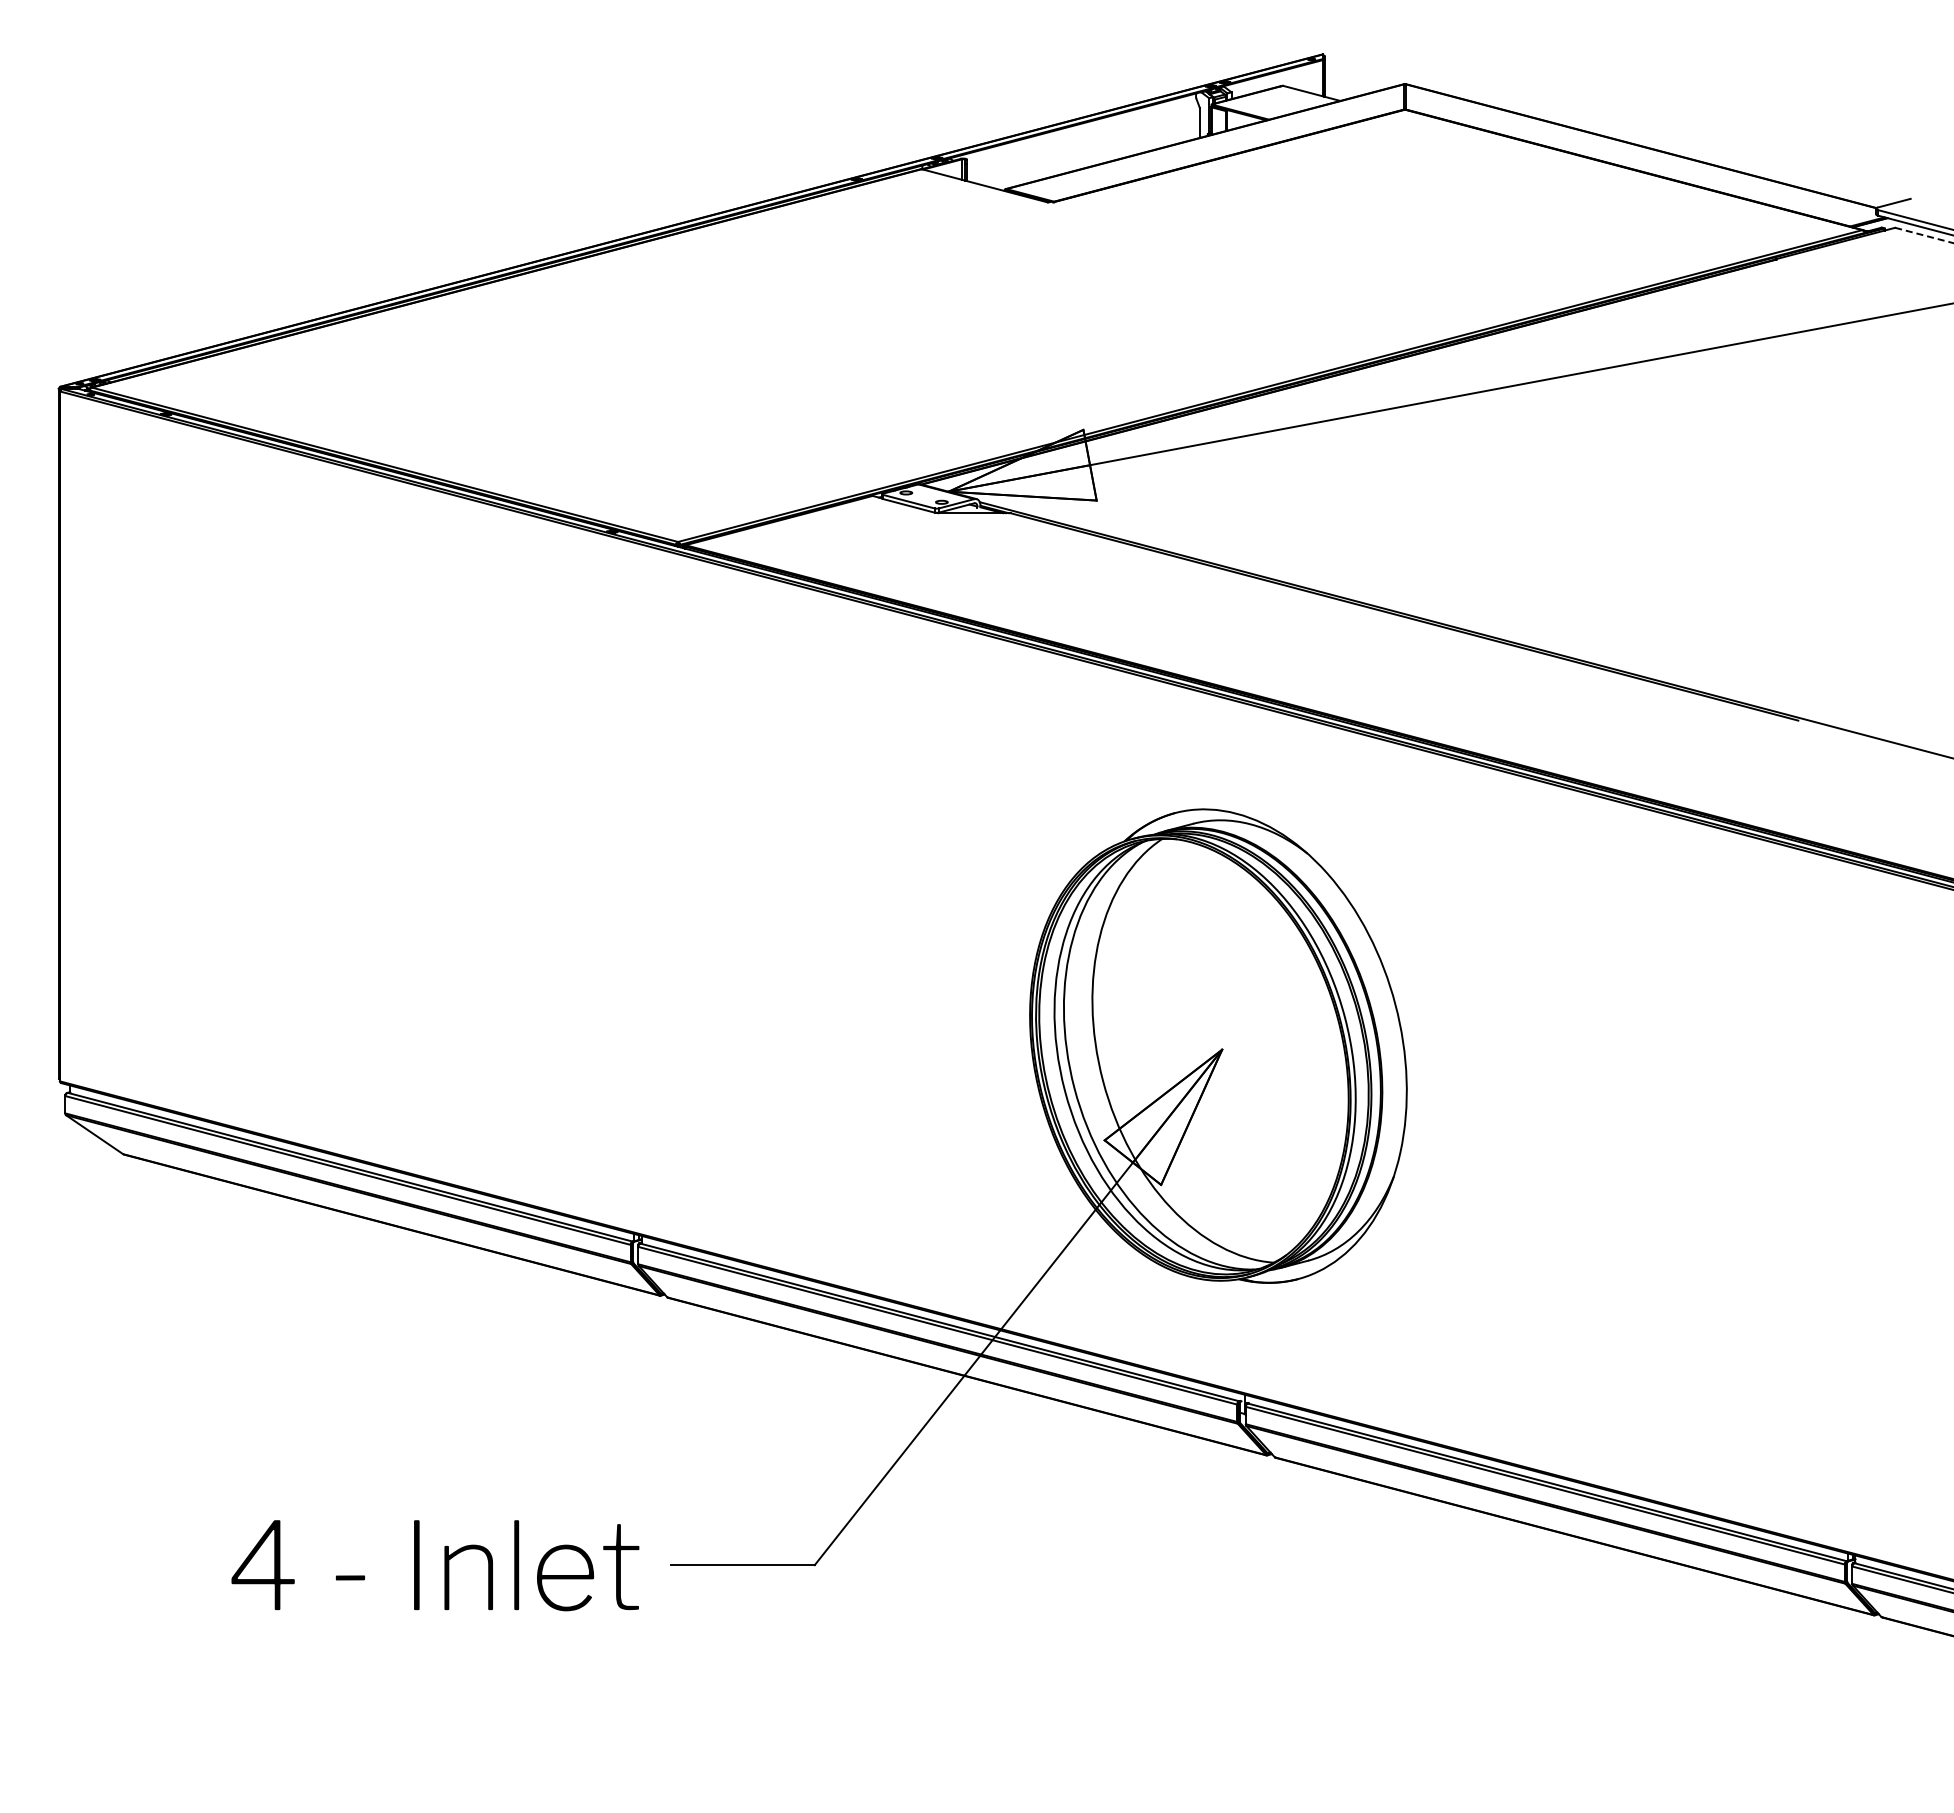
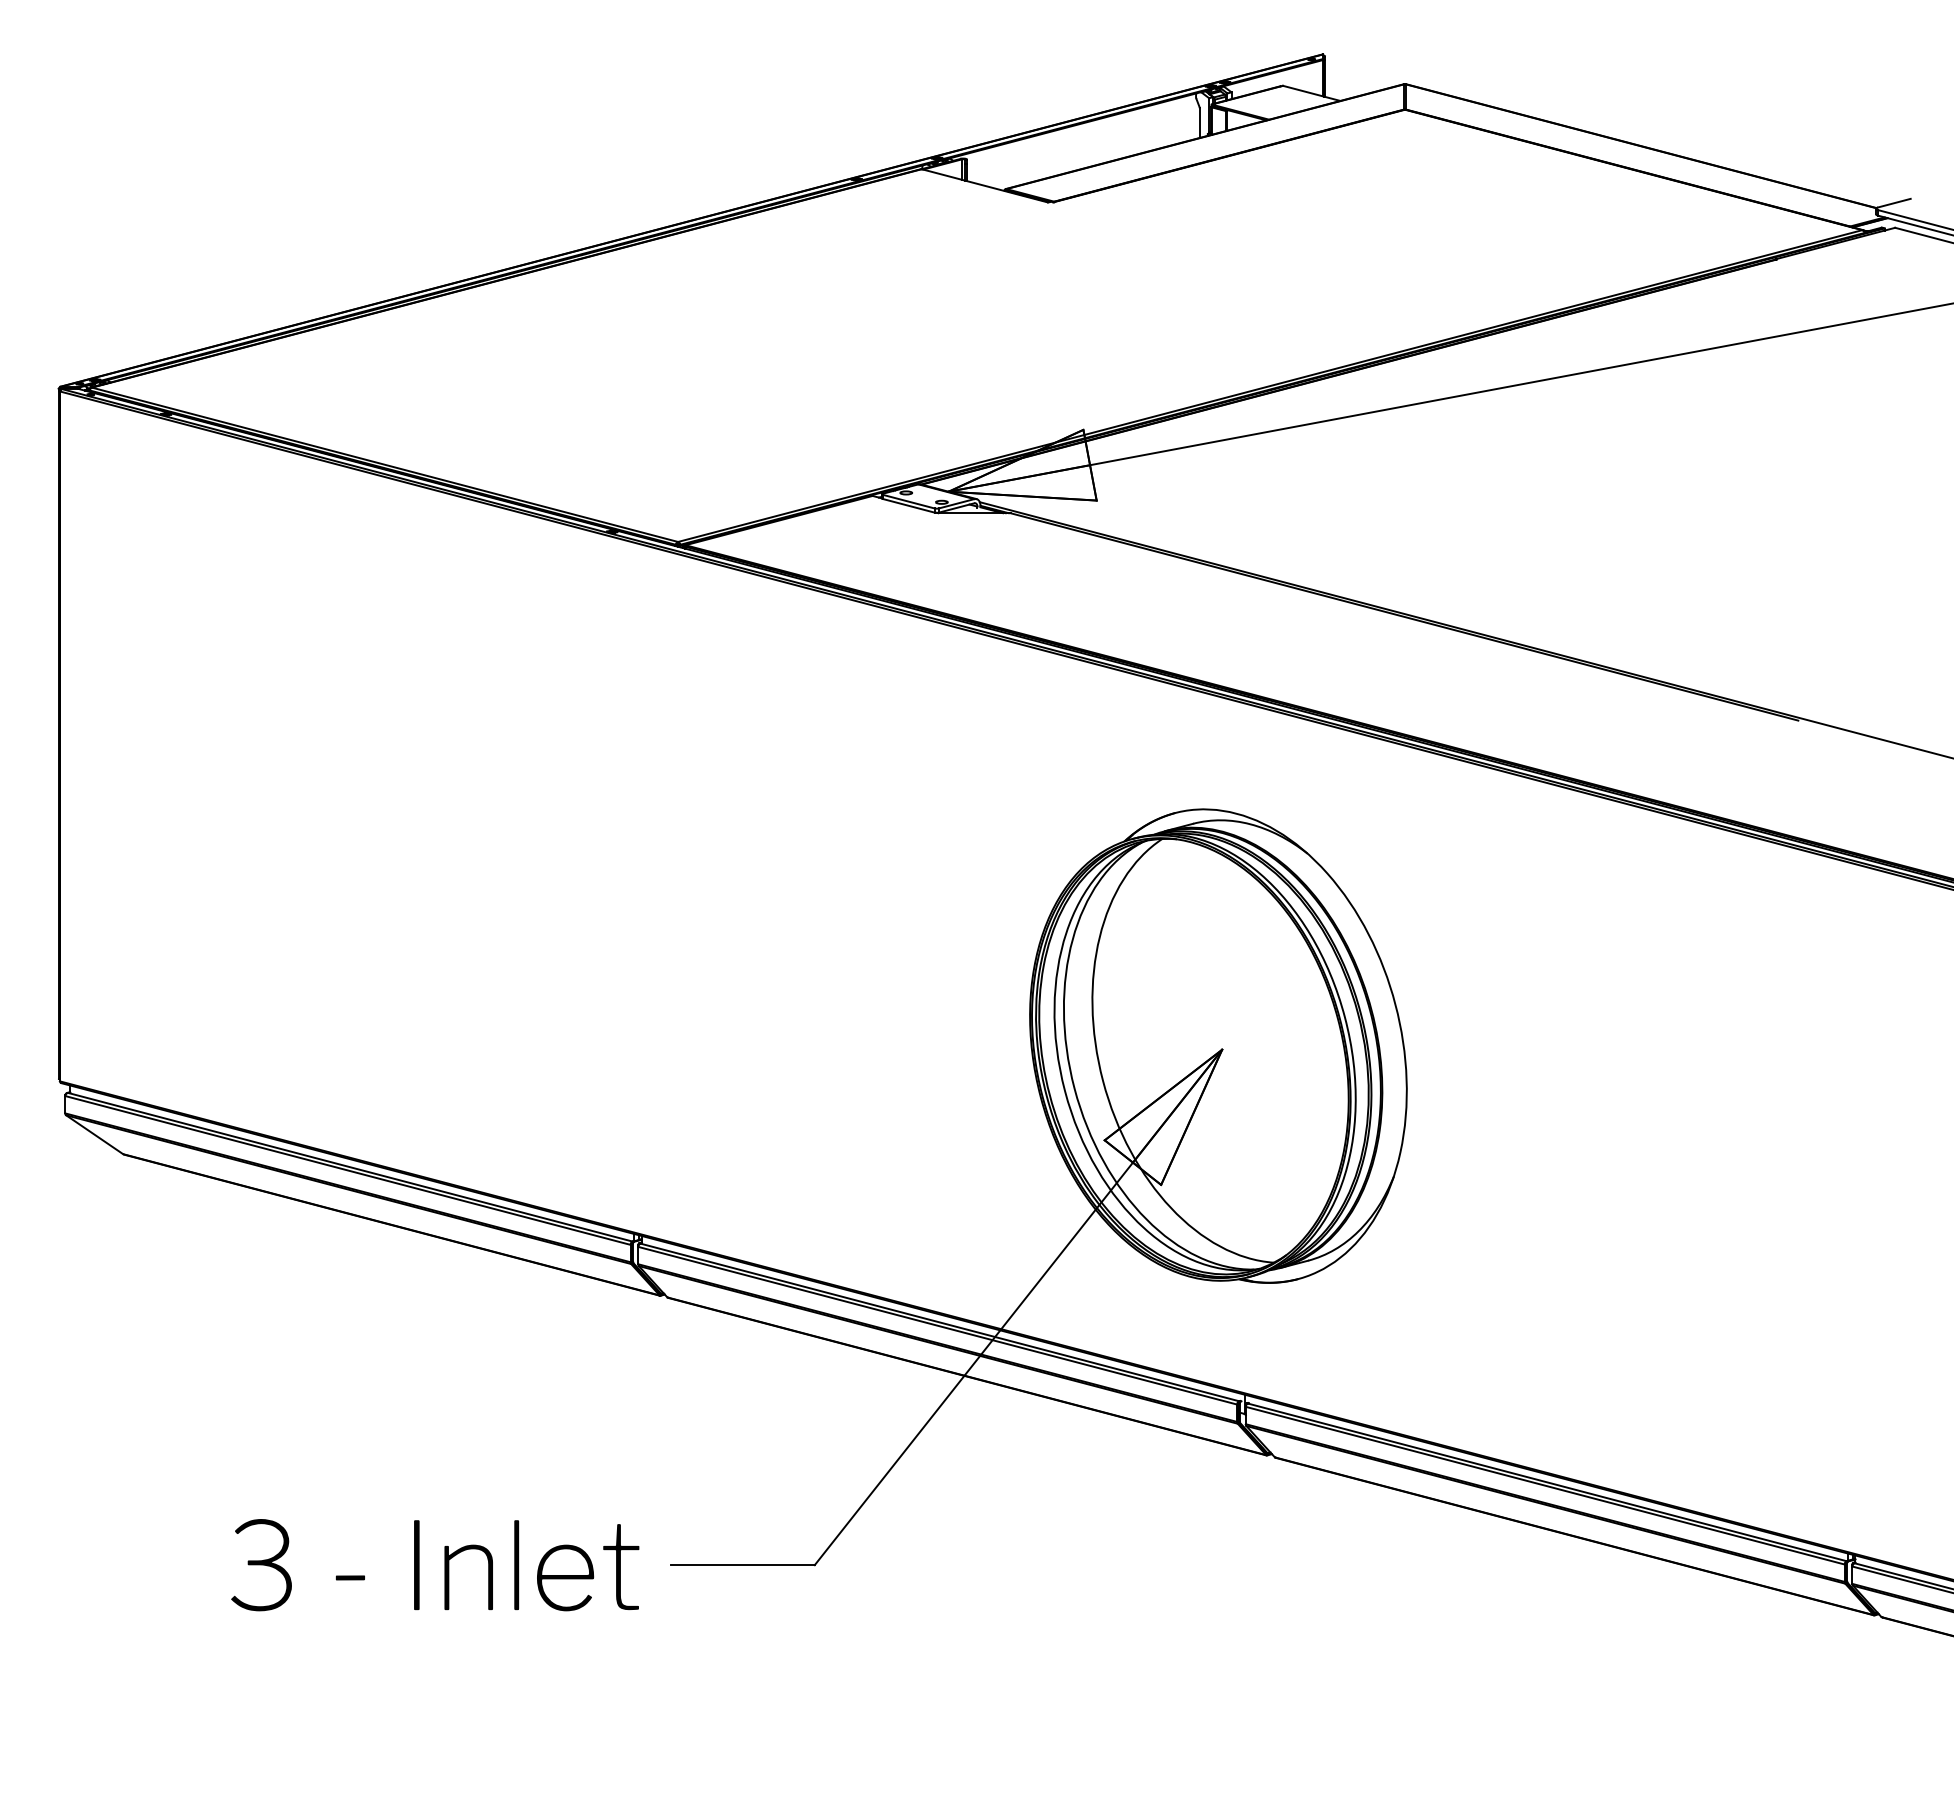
line at (1924, 235): dashed -> solid
text at (262, 1565): 4 -> 3
